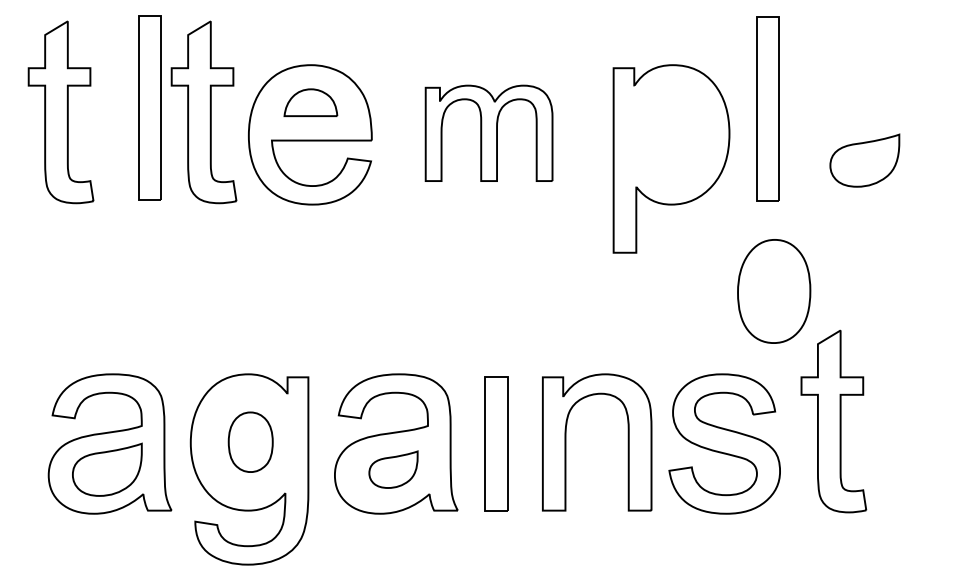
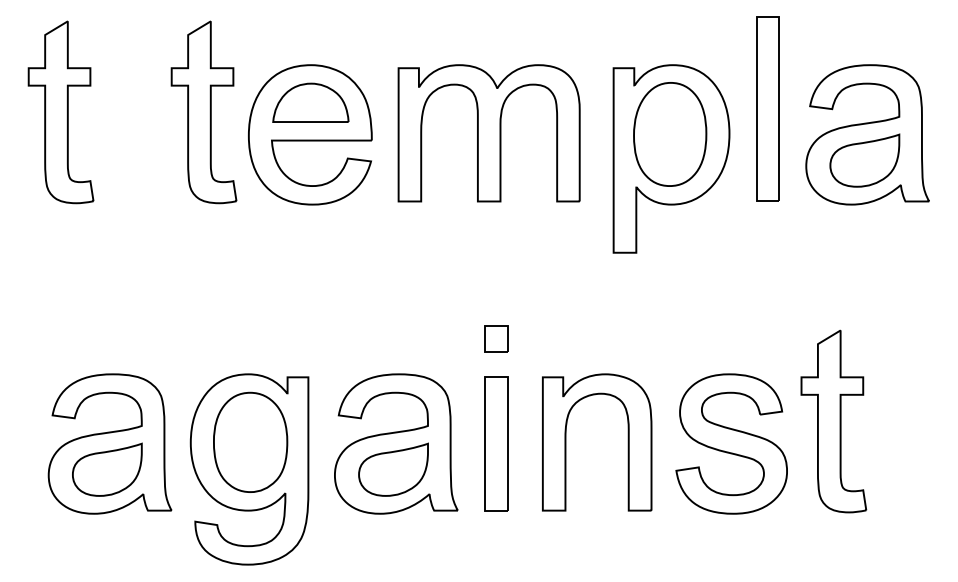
part at (310, 102) size: 56x29 px -> 78x41 px
part at (149, 107): present -> none
part at (488, 132) size: 130x98 px -> 184x139 px
part at (867, 134): none -> present
part at (774, 291) position: (774, 291) -> (670, 134)
part at (496, 338): none -> present
part at (250, 441) size: 47x62 px -> 76x102 px
part at (724, 443) position: (724, 443) -> (731, 443)
part at (393, 469) size: 51x39 px -> 71x55 px
